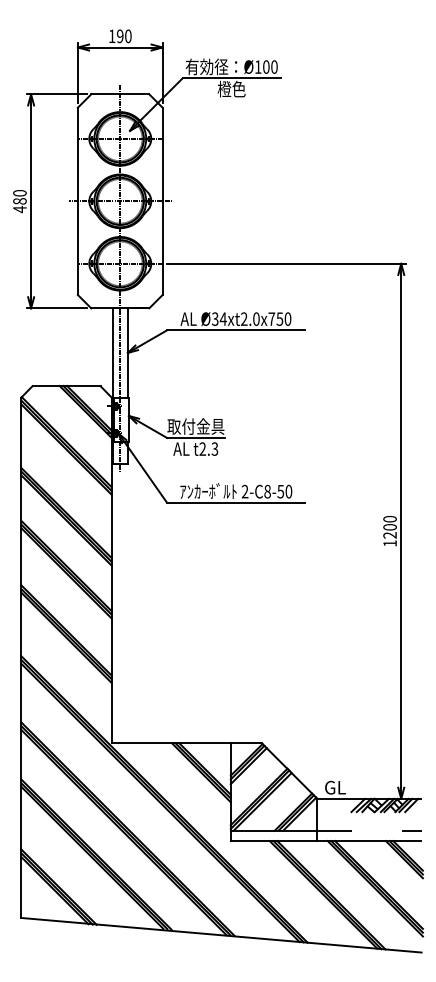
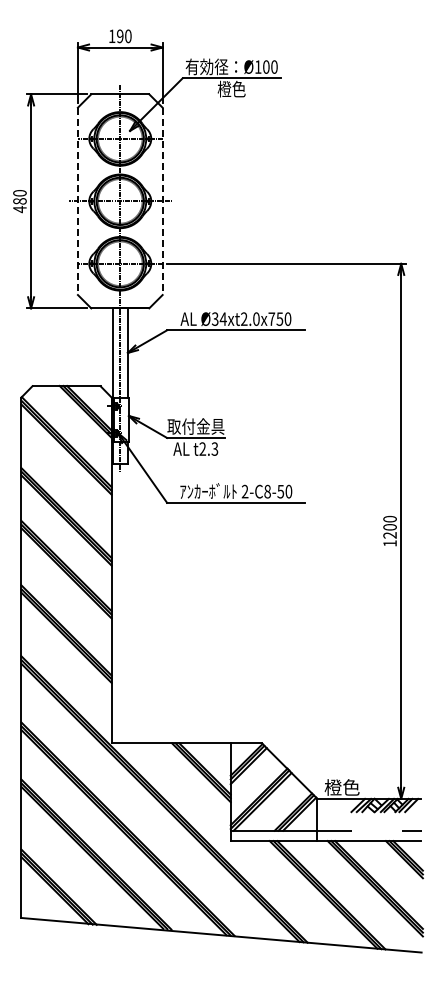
line at (77, 201): solid -> dashed
line at (162, 201): solid -> dashed
text at (341, 787): GL -> 橙色
